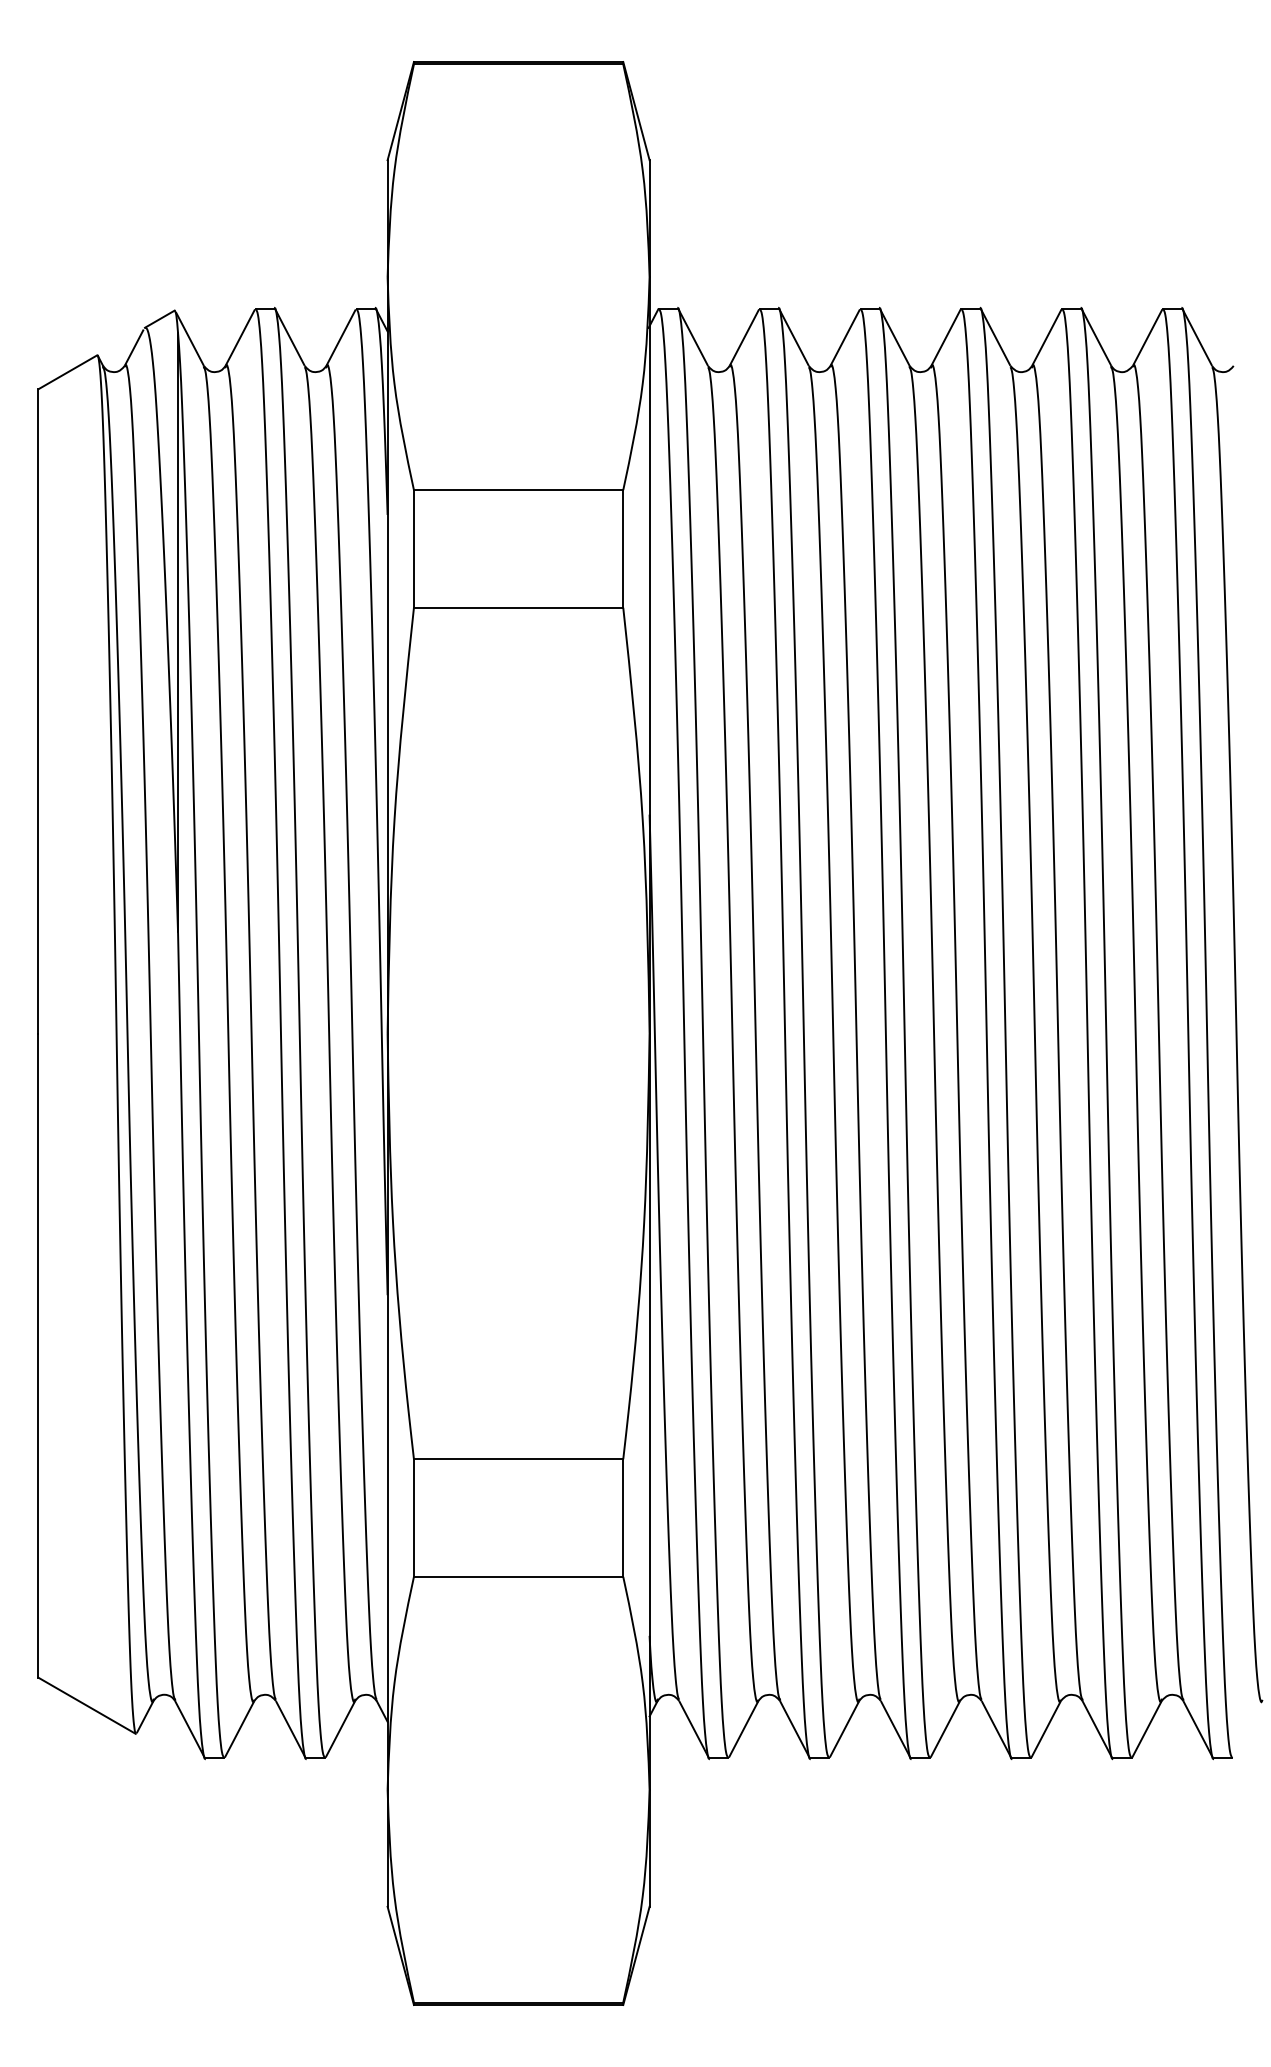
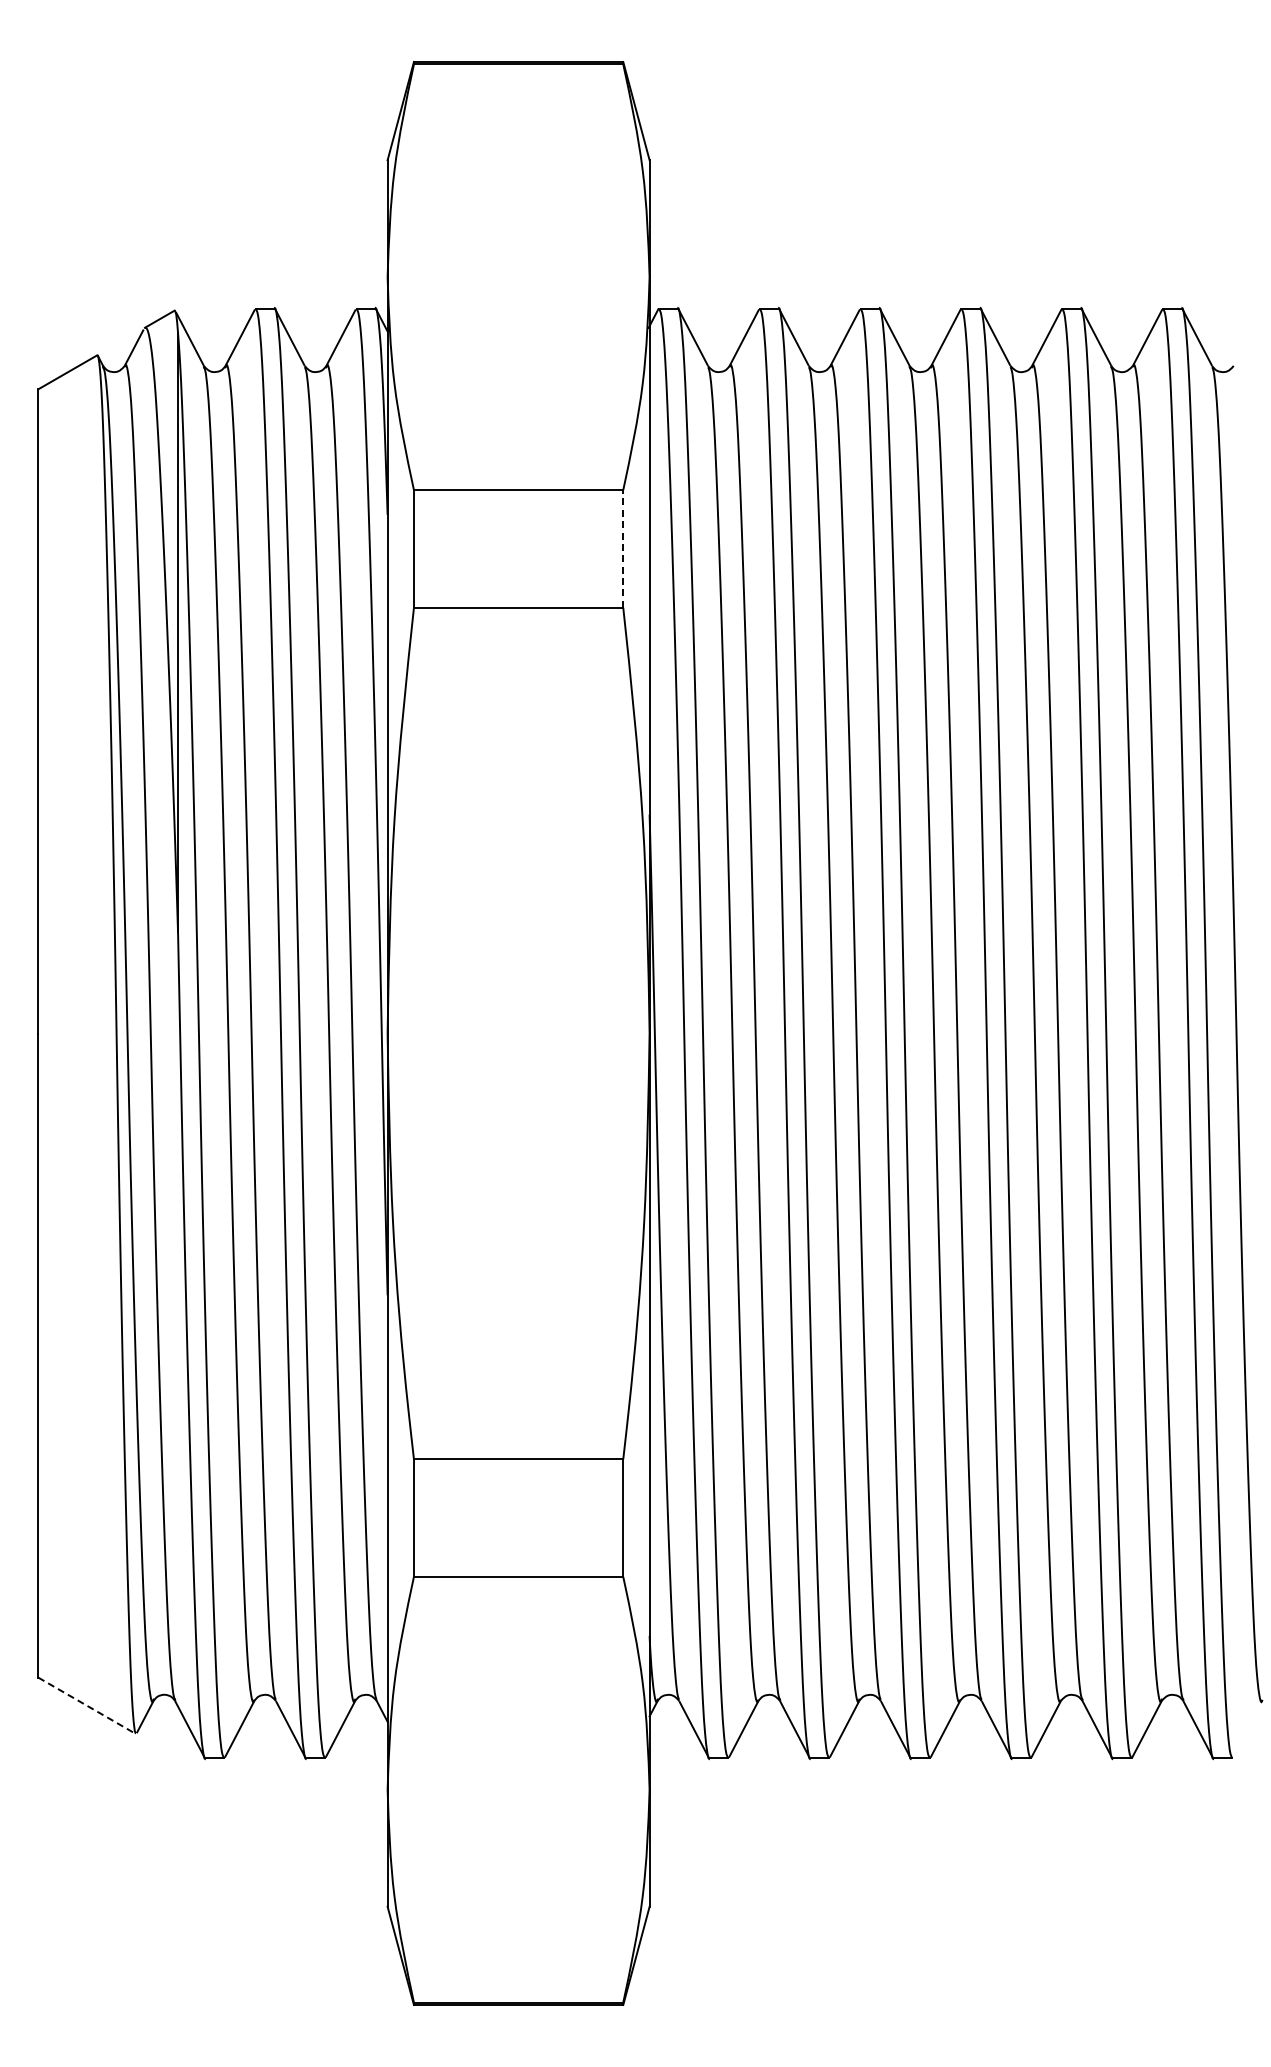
line at (623, 548): solid -> dashed
line at (87, 1705): solid -> dashed
